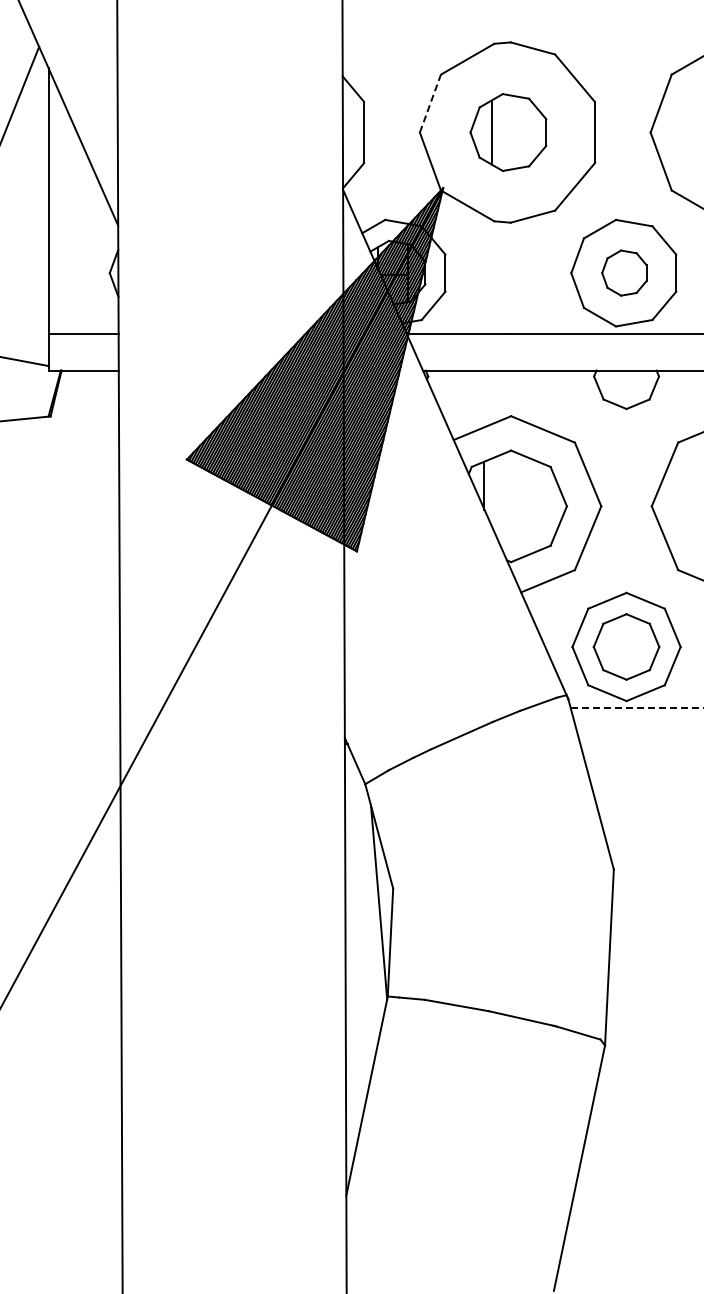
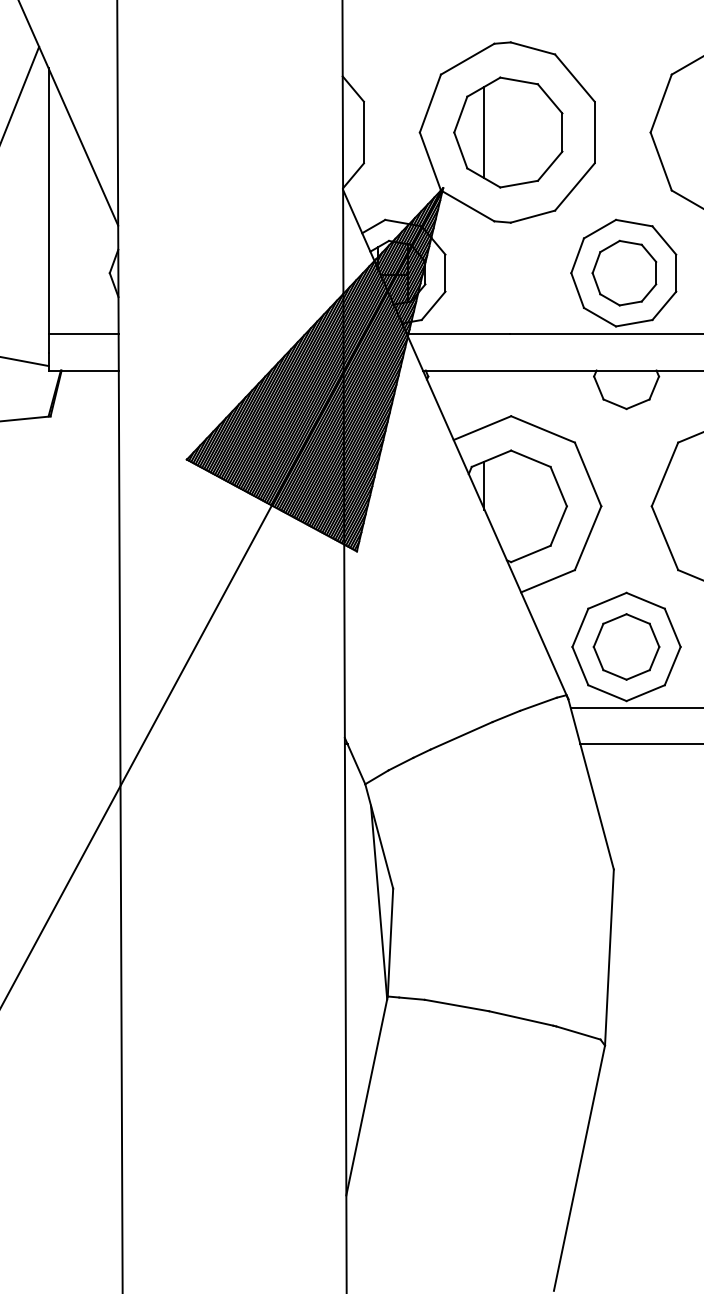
line at (430, 103): dashed -> solid
part at (508, 132) size: 79x79 px -> 111x113 px
part at (624, 272) size: 47x48 px -> 67x68 px
line at (637, 708): dashed -> solid
line at (640, 744): none -> present
